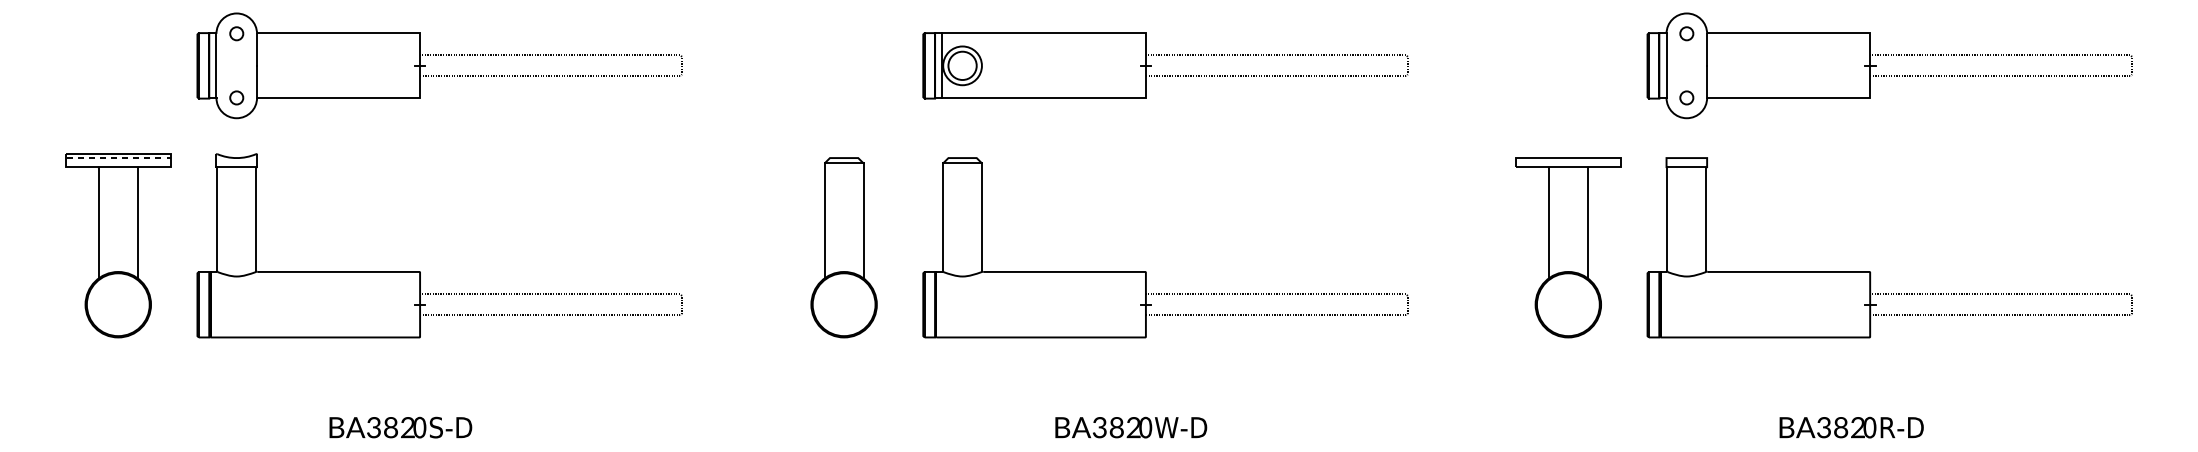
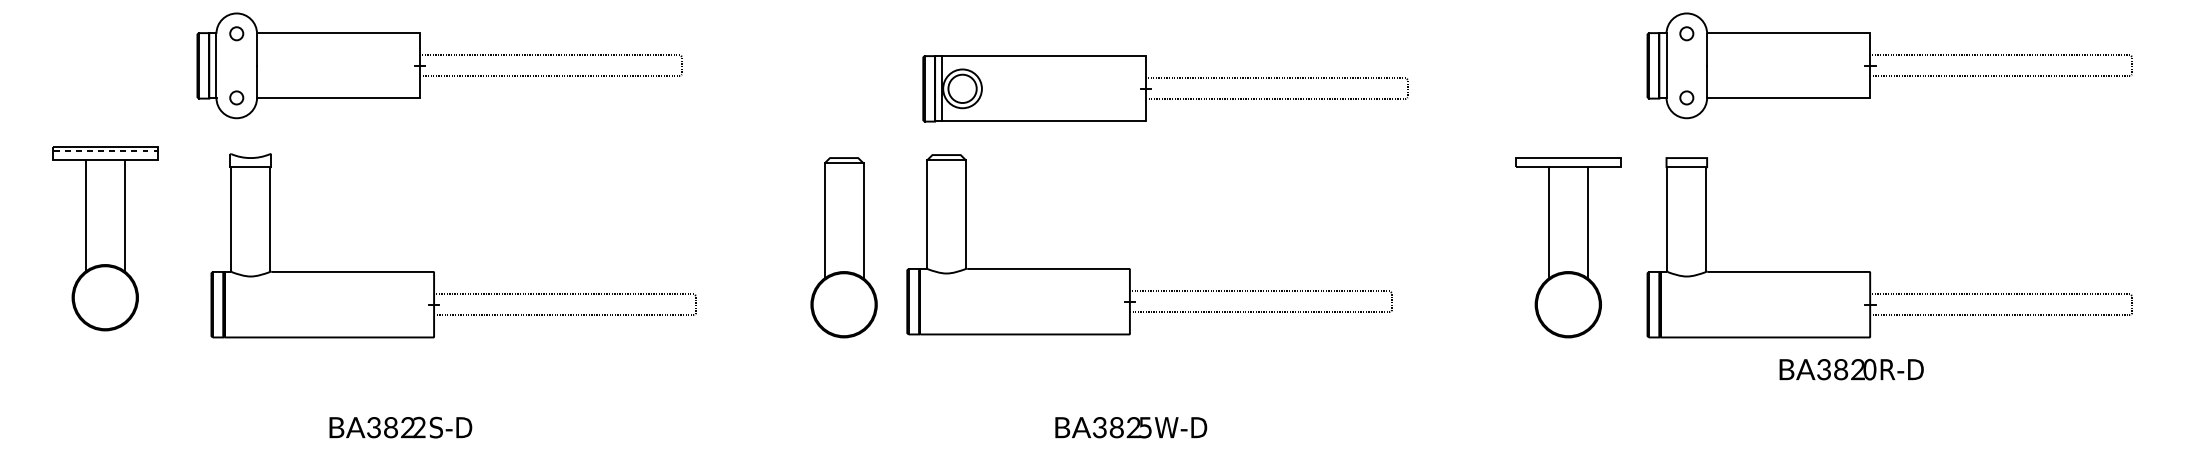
part at (1165, 75) position: (1165, 75) -> (1165, 98)
part at (118, 245) position: (118, 245) -> (105, 238)
part at (420, 271) position: (420, 271) -> (434, 271)
part at (1146, 271) position: (1146, 271) -> (1130, 268)
text at (419, 427): 0S-D -> 2S-D
text at (1145, 427): 0W-D -> 5W-D
text at (1851, 427) position: (1851, 427) -> (1851, 369)
